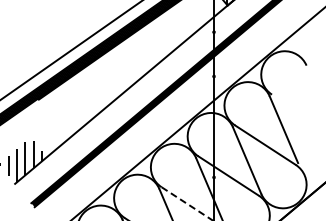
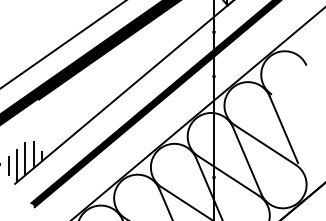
line at (71, 50) position: (71, 50) -> (62, 44)
line at (187, 203): dashed -> solid
